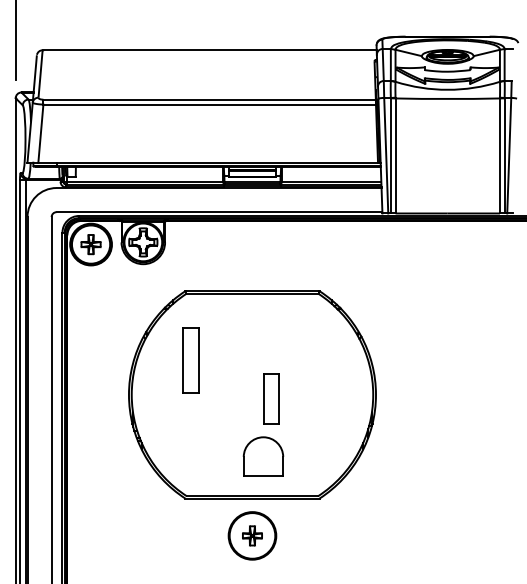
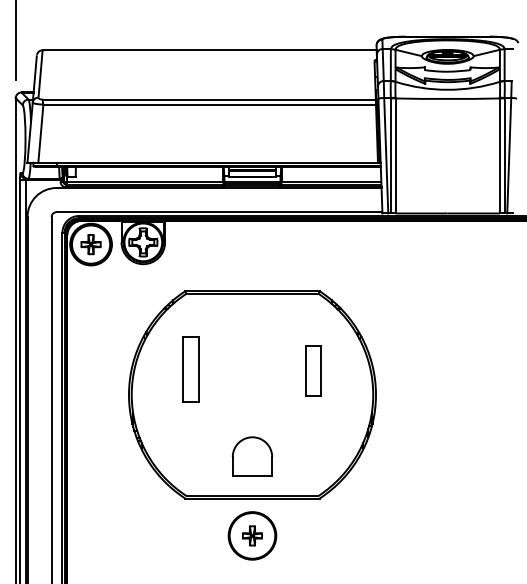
part at (190, 360) position: (190, 360) -> (190, 369)
part at (271, 398) position: (271, 398) -> (313, 370)
part at (263, 456) position: (263, 456) -> (252, 456)
